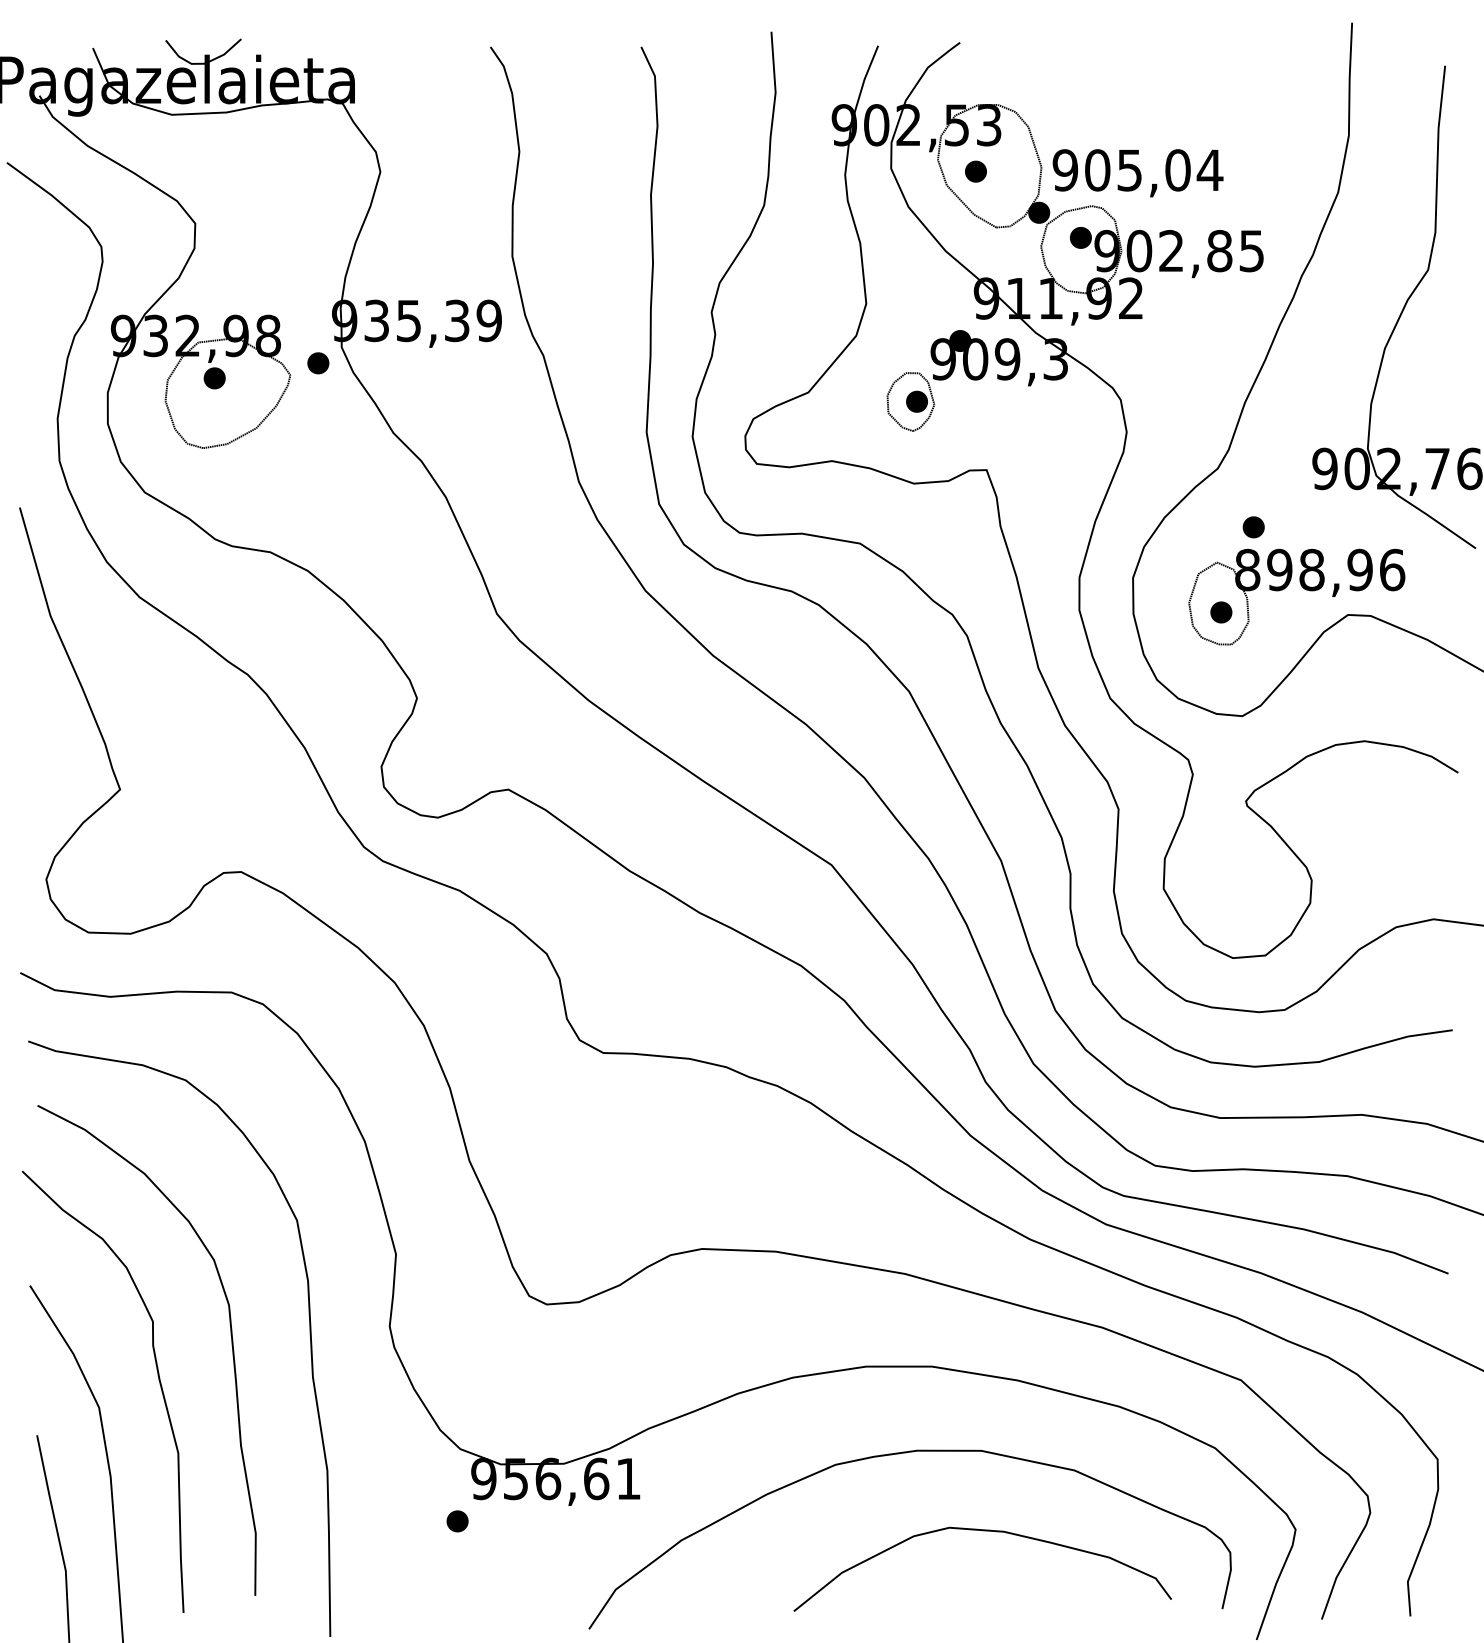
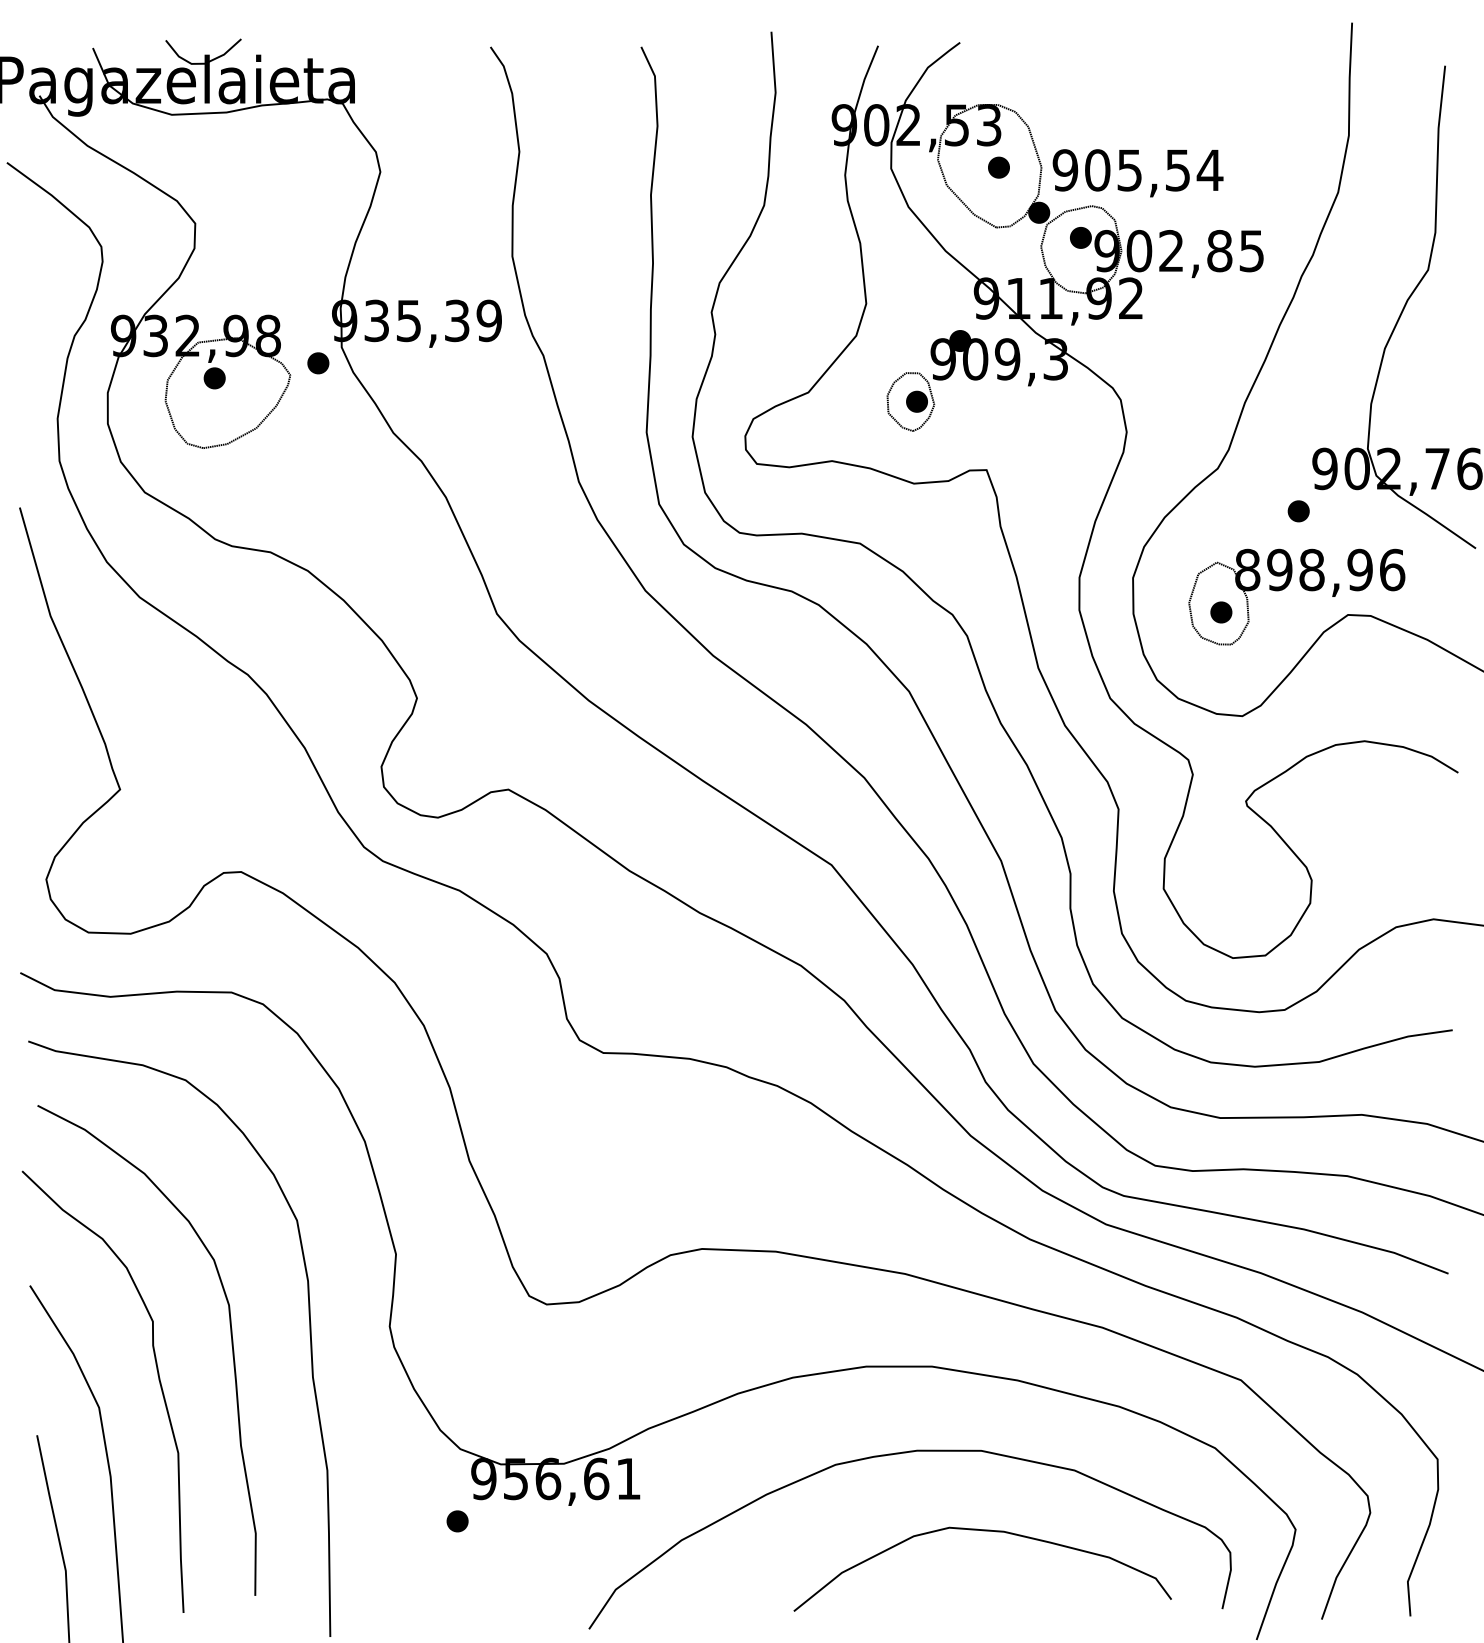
text at (1177, 170): 905,04 -> 905,54
part at (975, 171) position: (975, 171) -> (998, 167)
part at (1253, 527) position: (1253, 527) -> (1298, 511)
